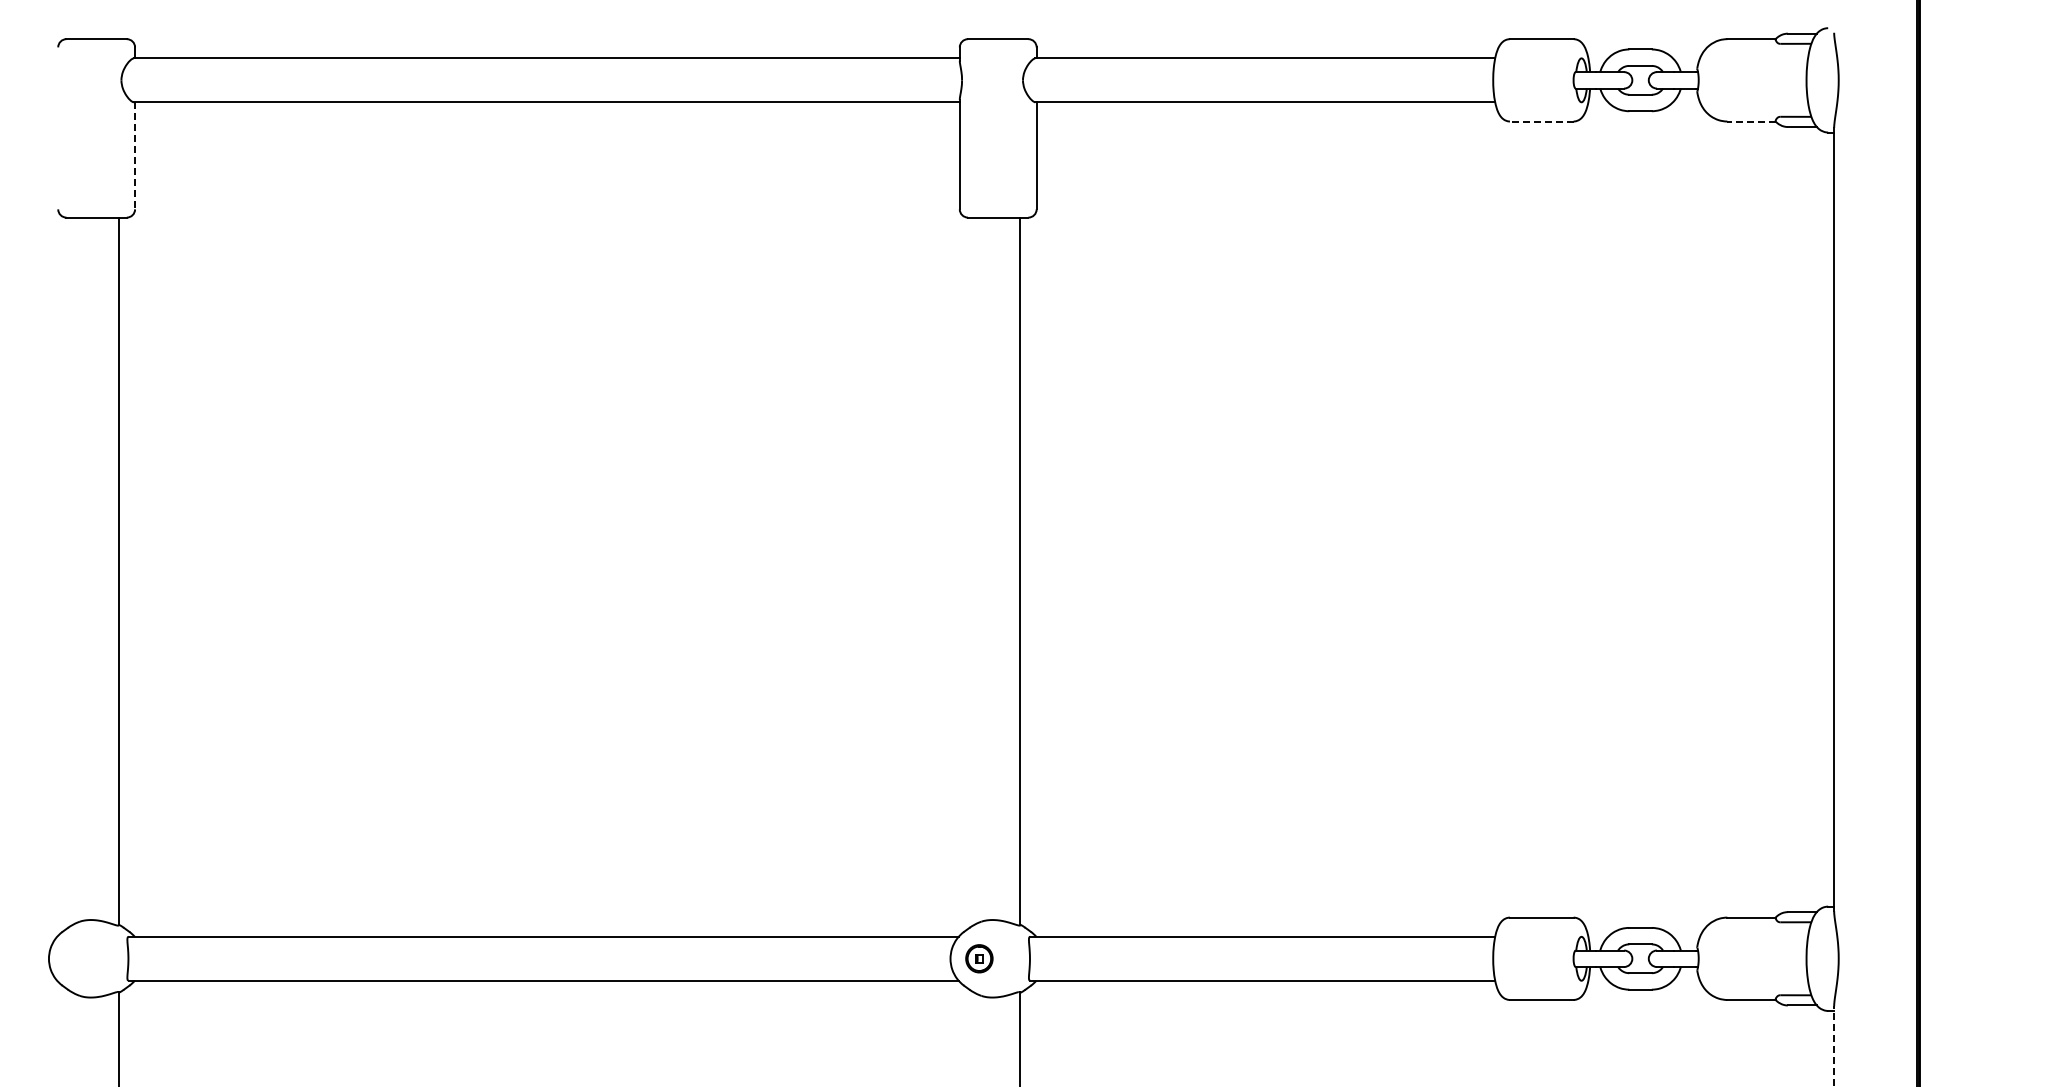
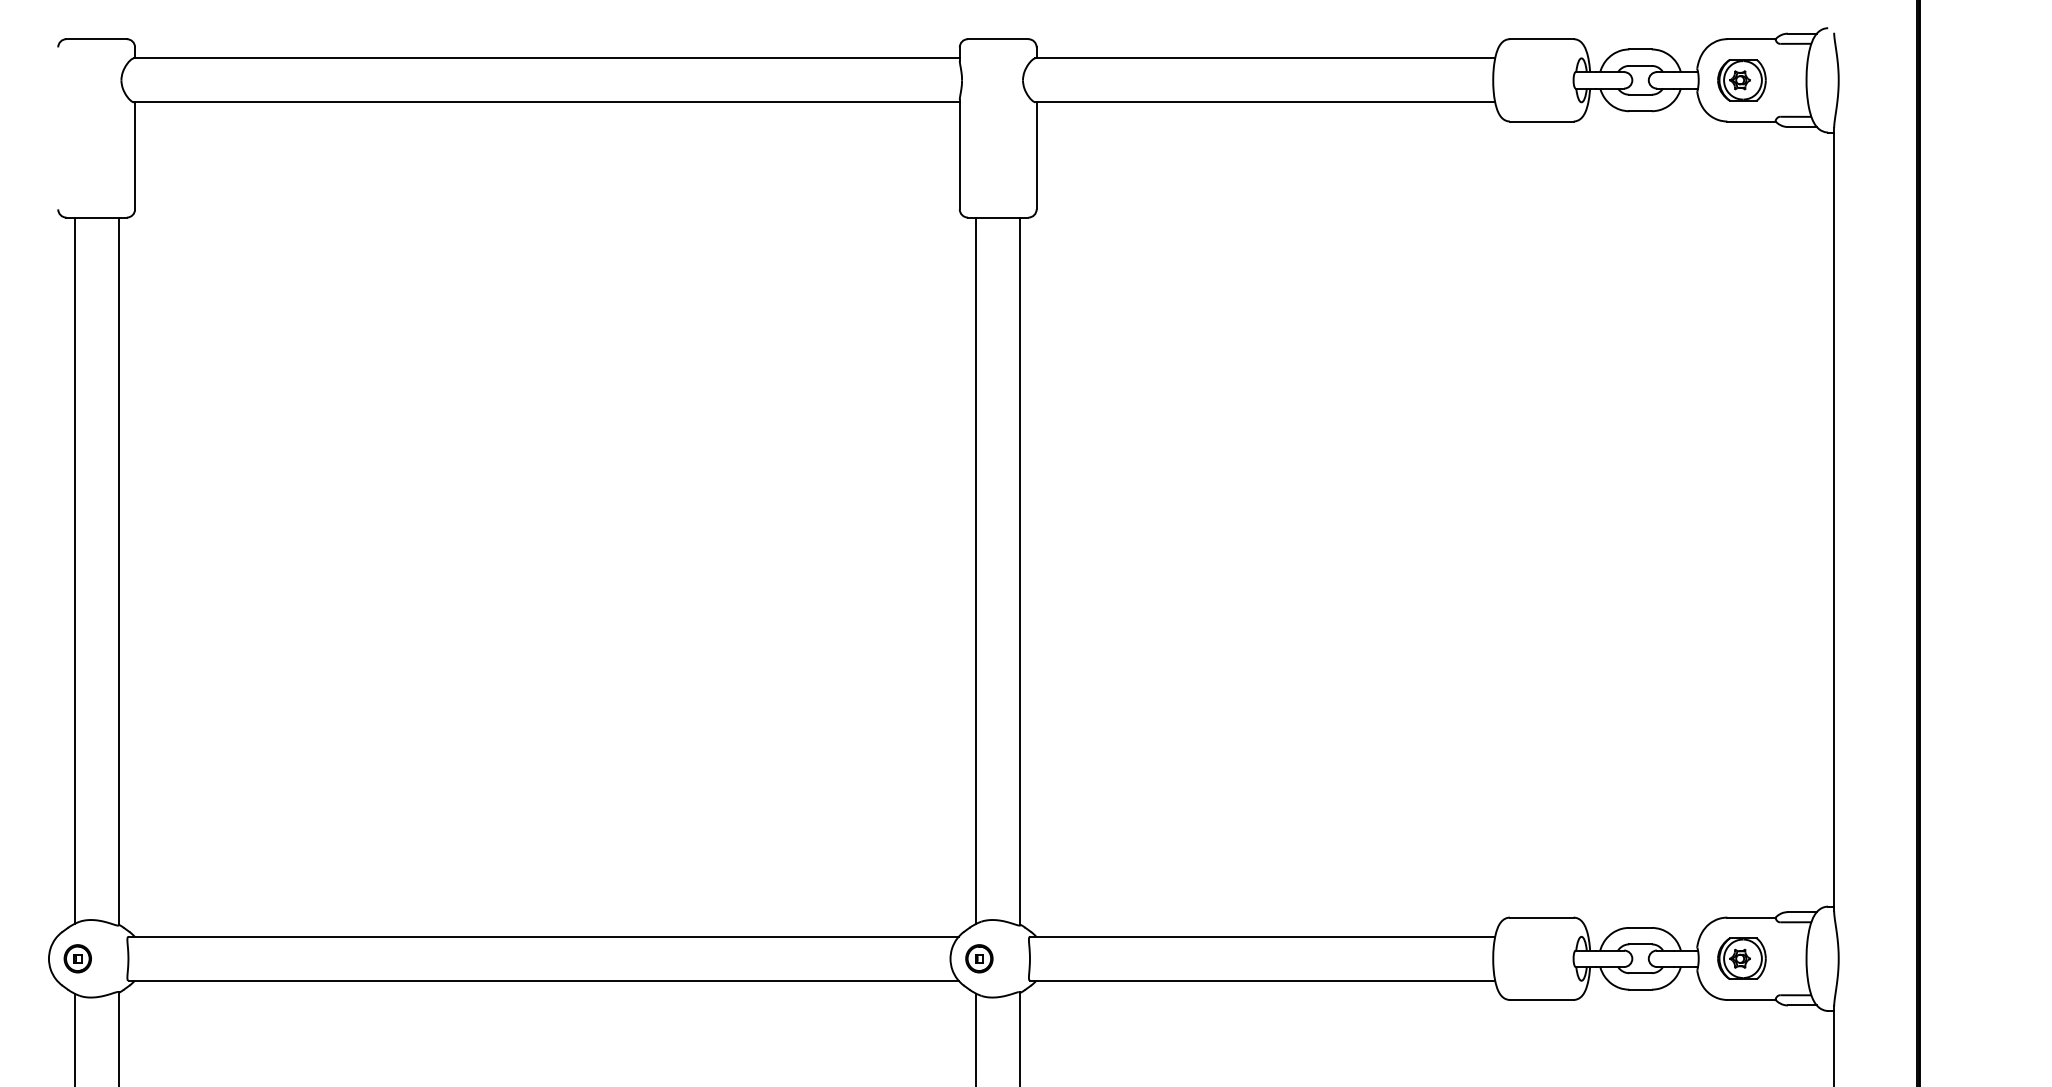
part at (1741, 80): none -> present
line at (1541, 121): dashed -> solid
line at (1751, 121): dashed -> solid
line at (135, 155): dashed -> solid
line at (74, 570): none -> present
line at (976, 570): none -> present
part at (77, 958): none -> present
part at (1741, 958): none -> present
line at (74, 1038): none -> present
line at (976, 1038): none -> present
line at (1834, 1046): dashed -> solid
